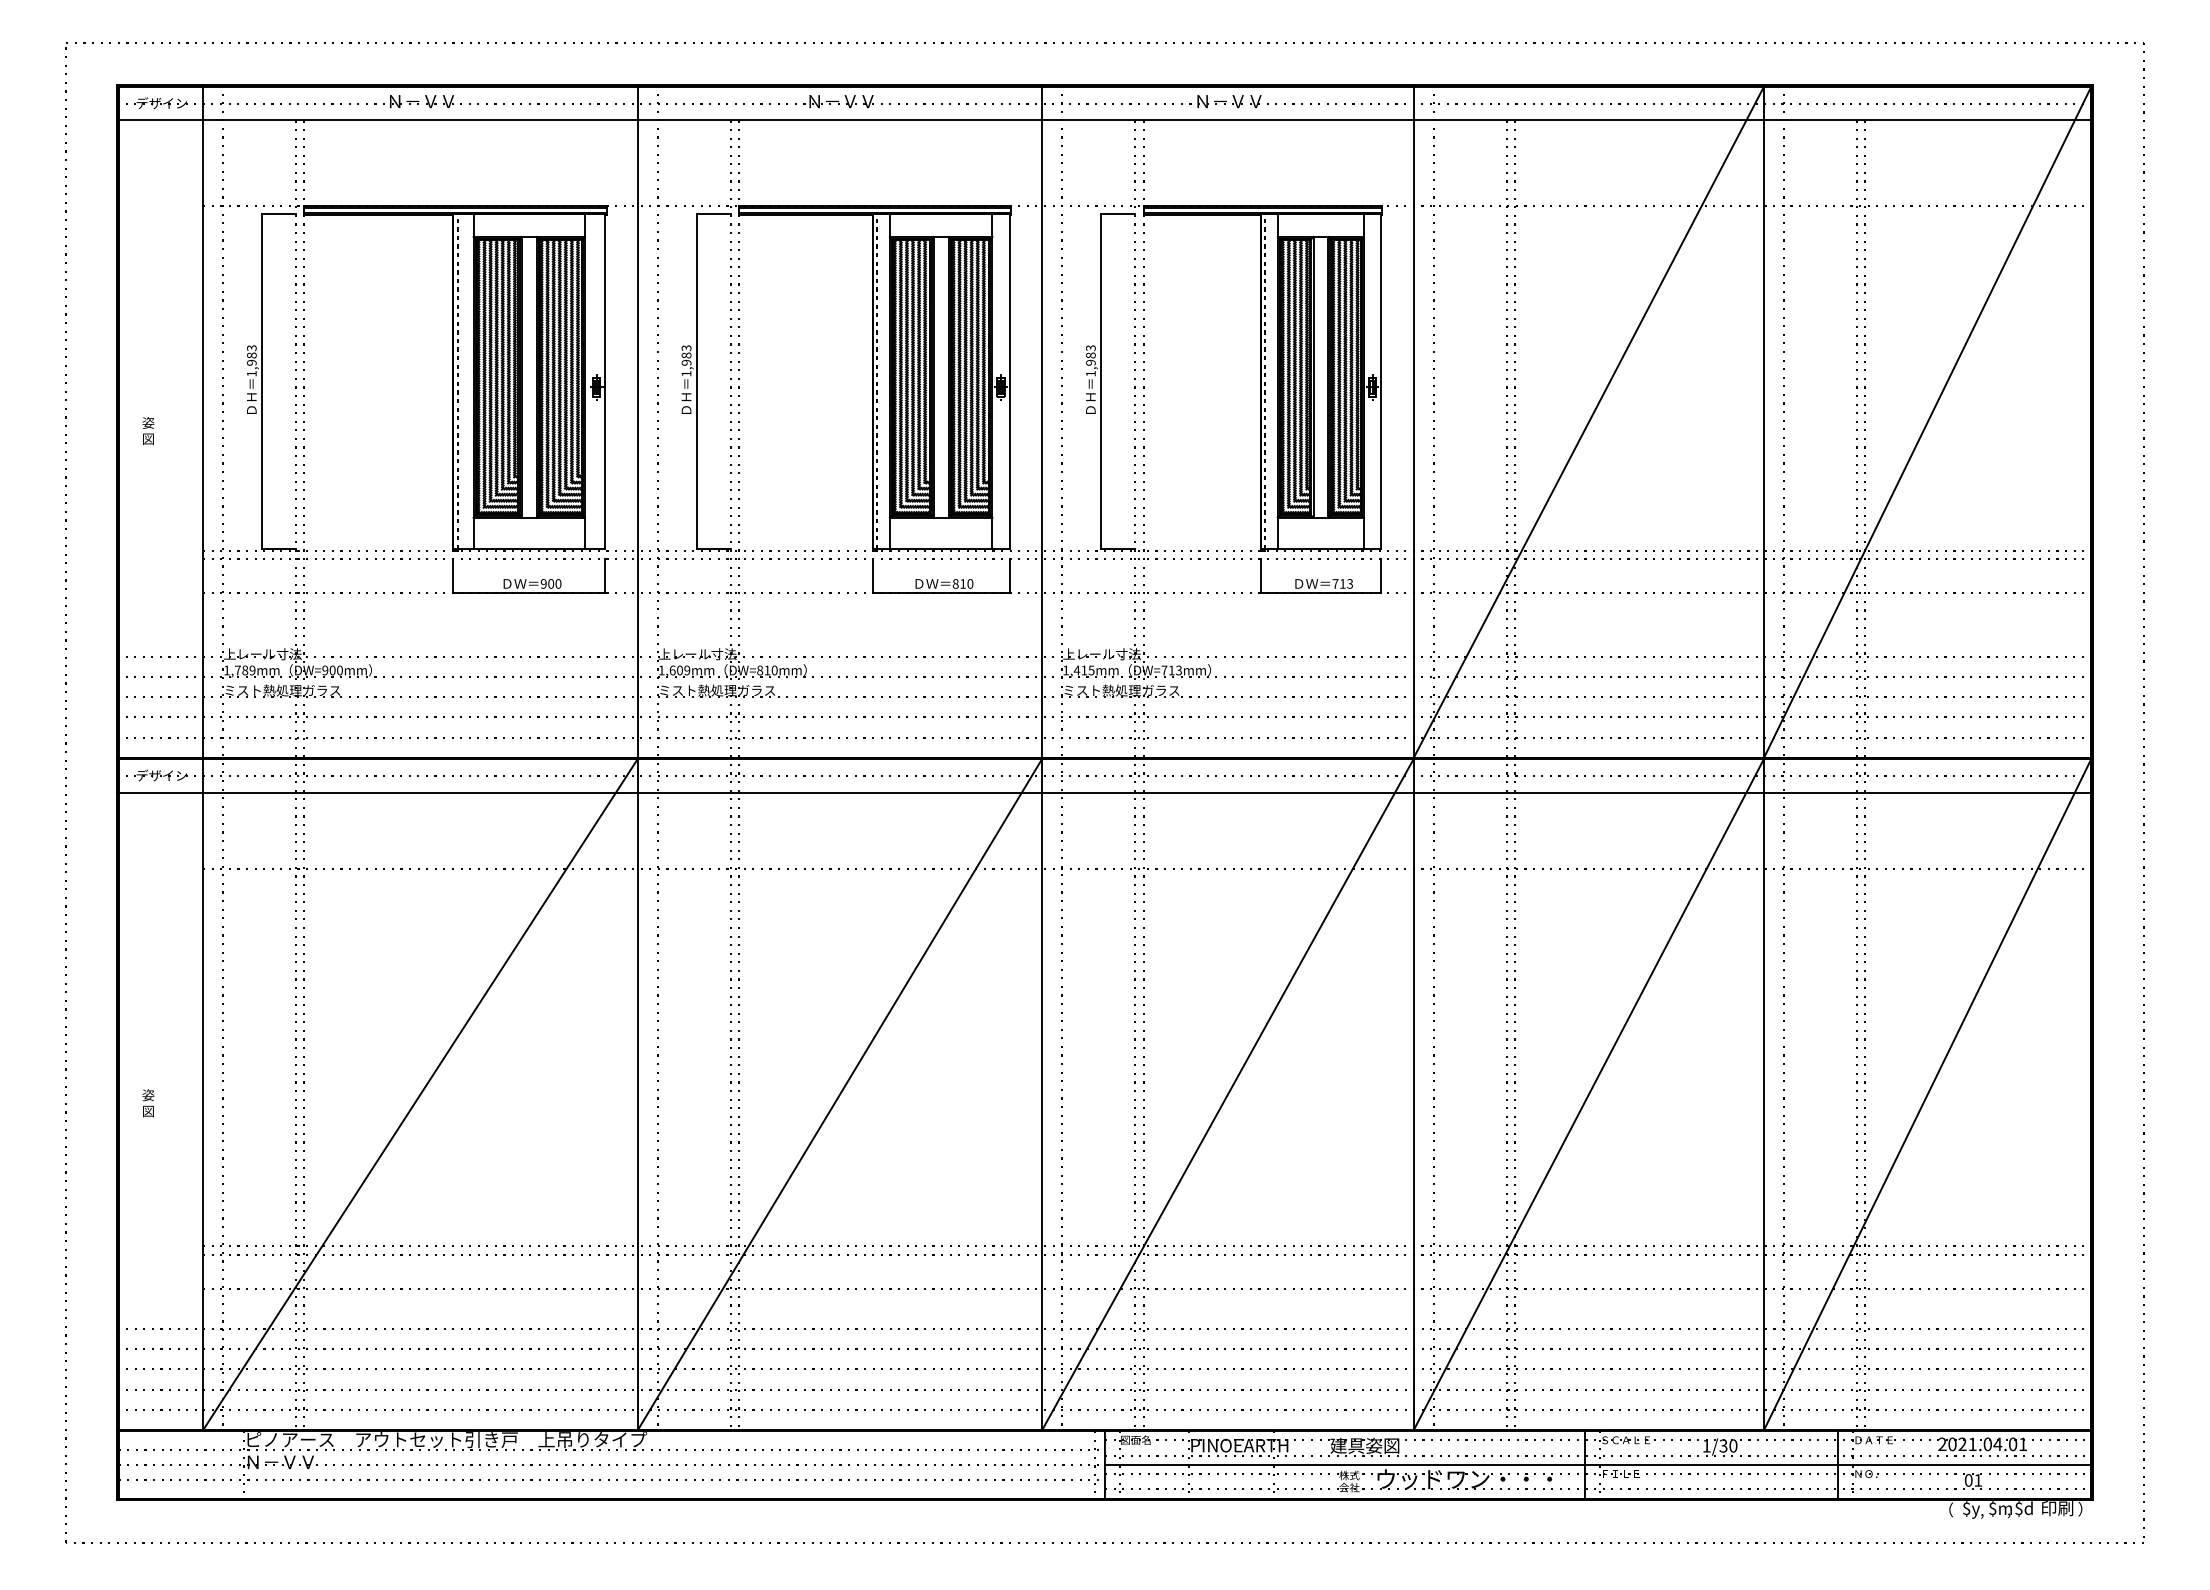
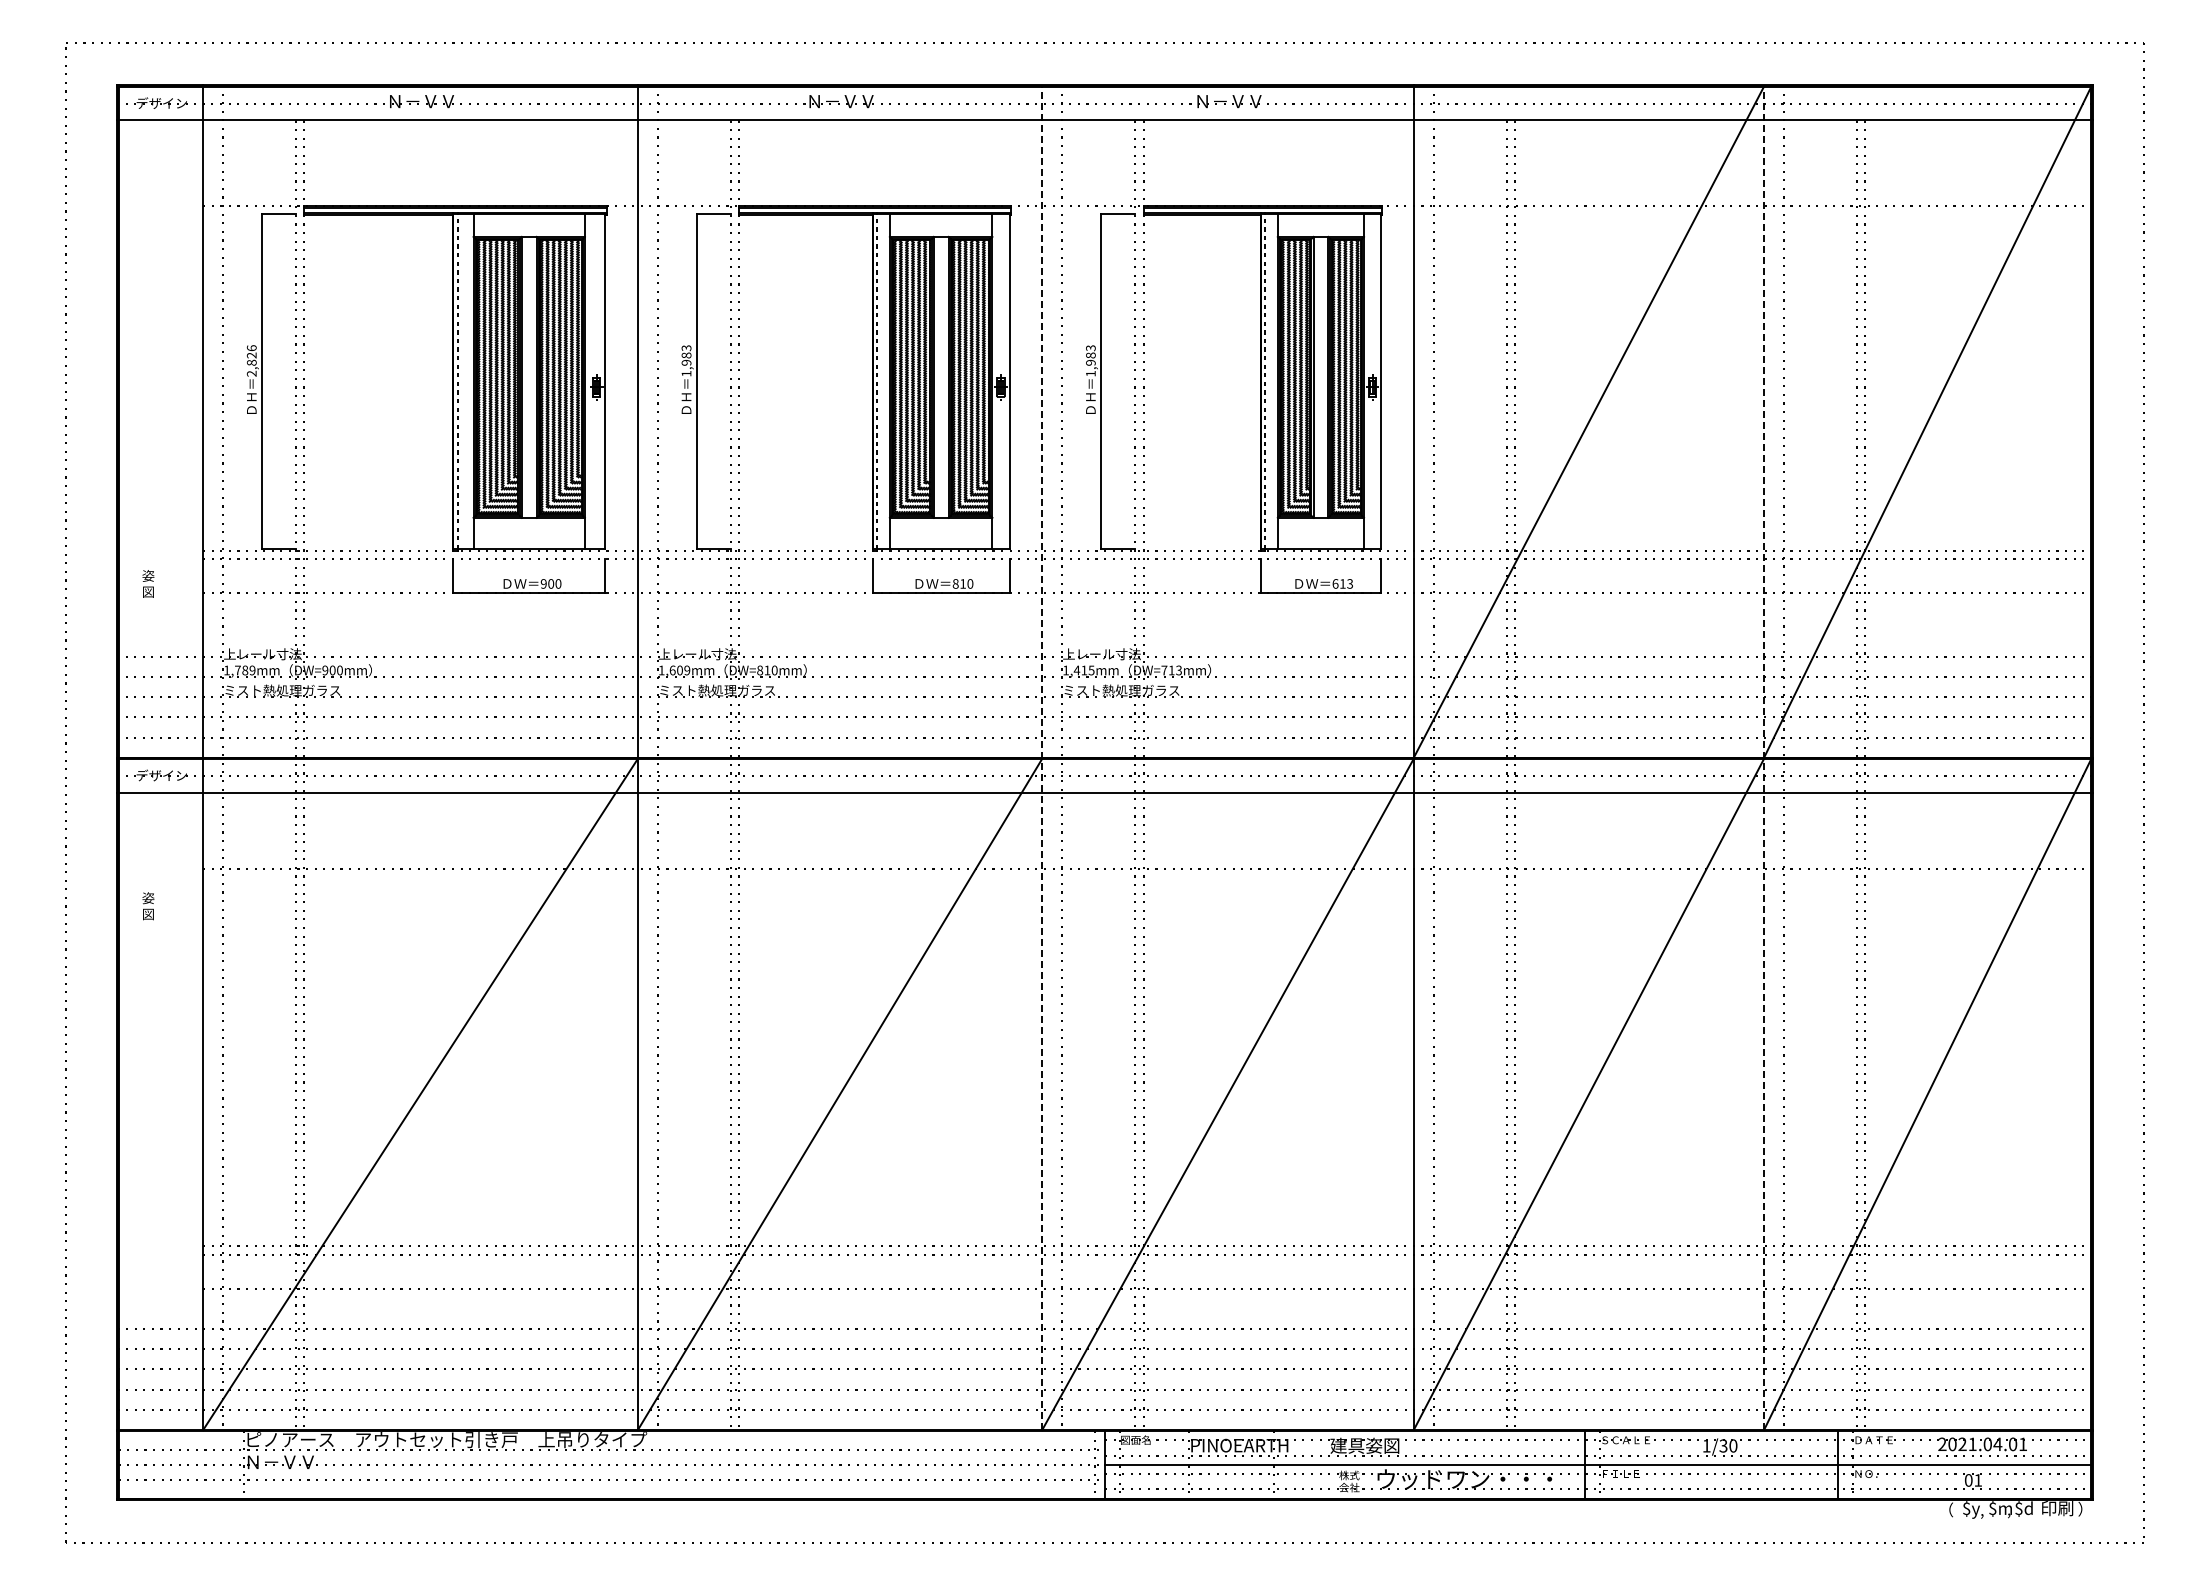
text at (251, 360): 1,983 -> 2,826
text at (148, 430) position: (148, 430) -> (148, 583)
text at (1335, 583): 713 -> 613
line at (1042, 757): solid -> dashed
line at (1764, 757): solid -> dashed
text at (148, 1103) position: (148, 1103) -> (148, 906)
